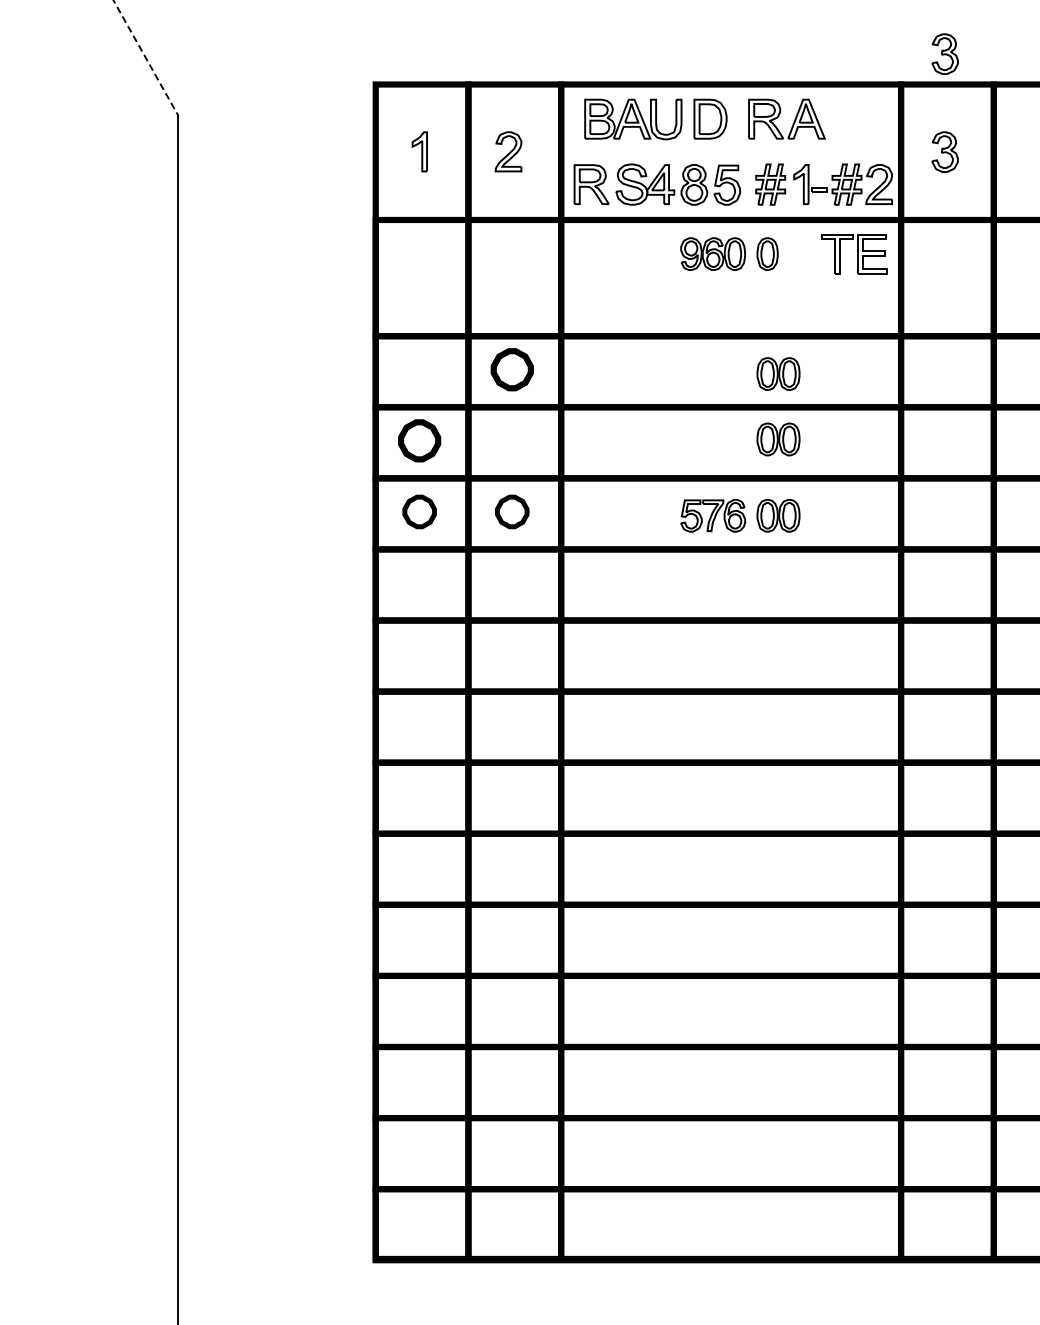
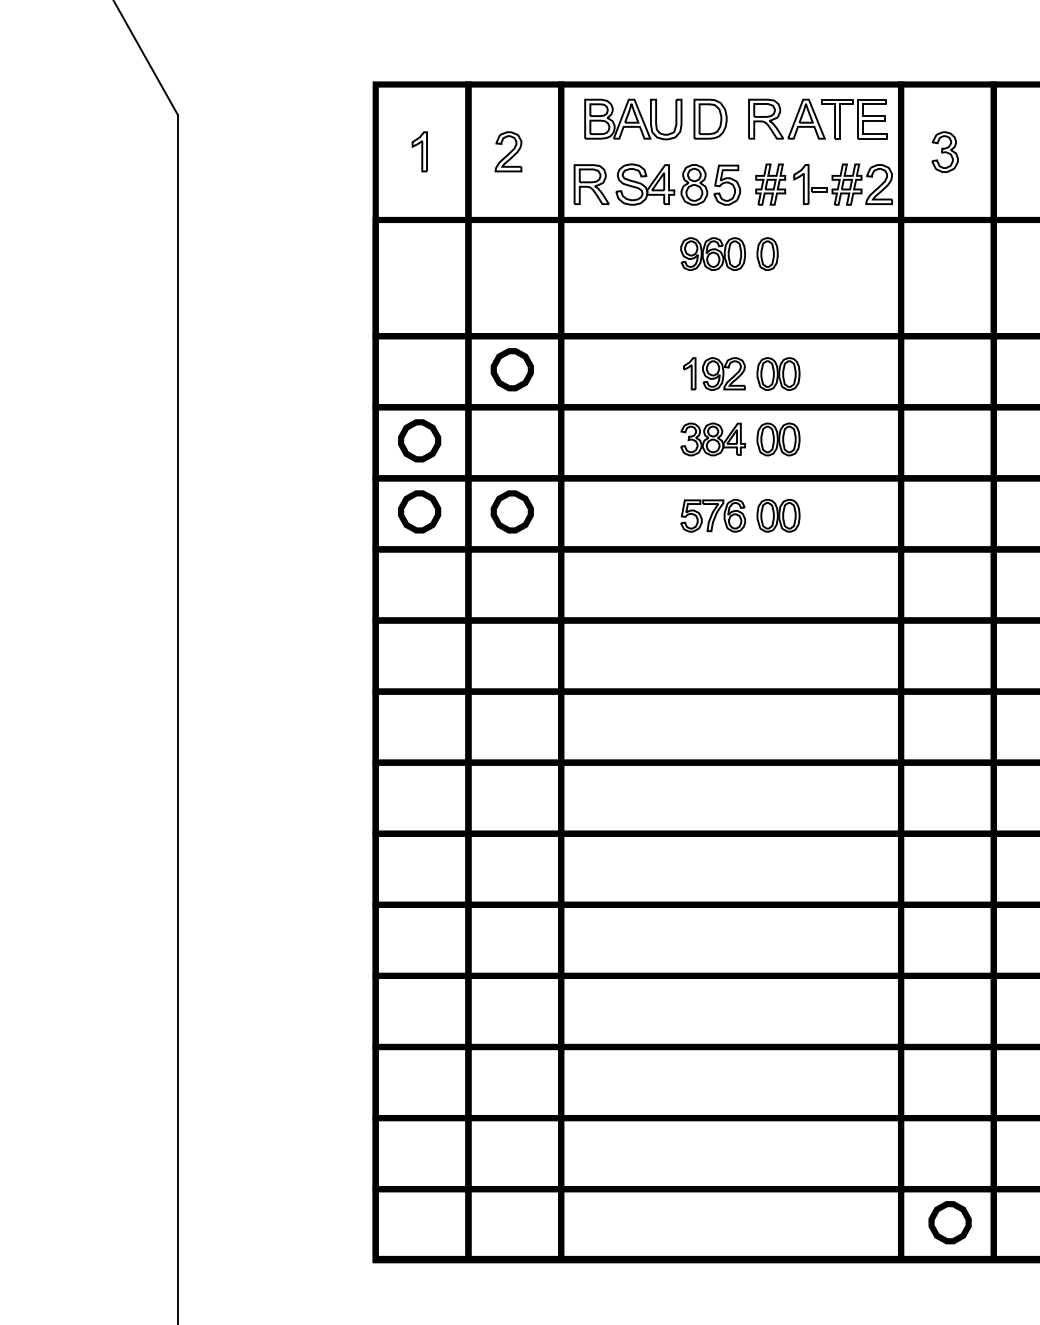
part at (944, 53): present -> none
line at (145, 58): dashed -> solid
part at (854, 254) position: (854, 254) -> (854, 119)
part at (714, 373): none -> present
part at (712, 439): none -> present
part at (419, 511) size: 35x36 px -> 44x44 px
part at (512, 511) size: 35x36 px -> 44x44 px
part at (949, 1222): none -> present
